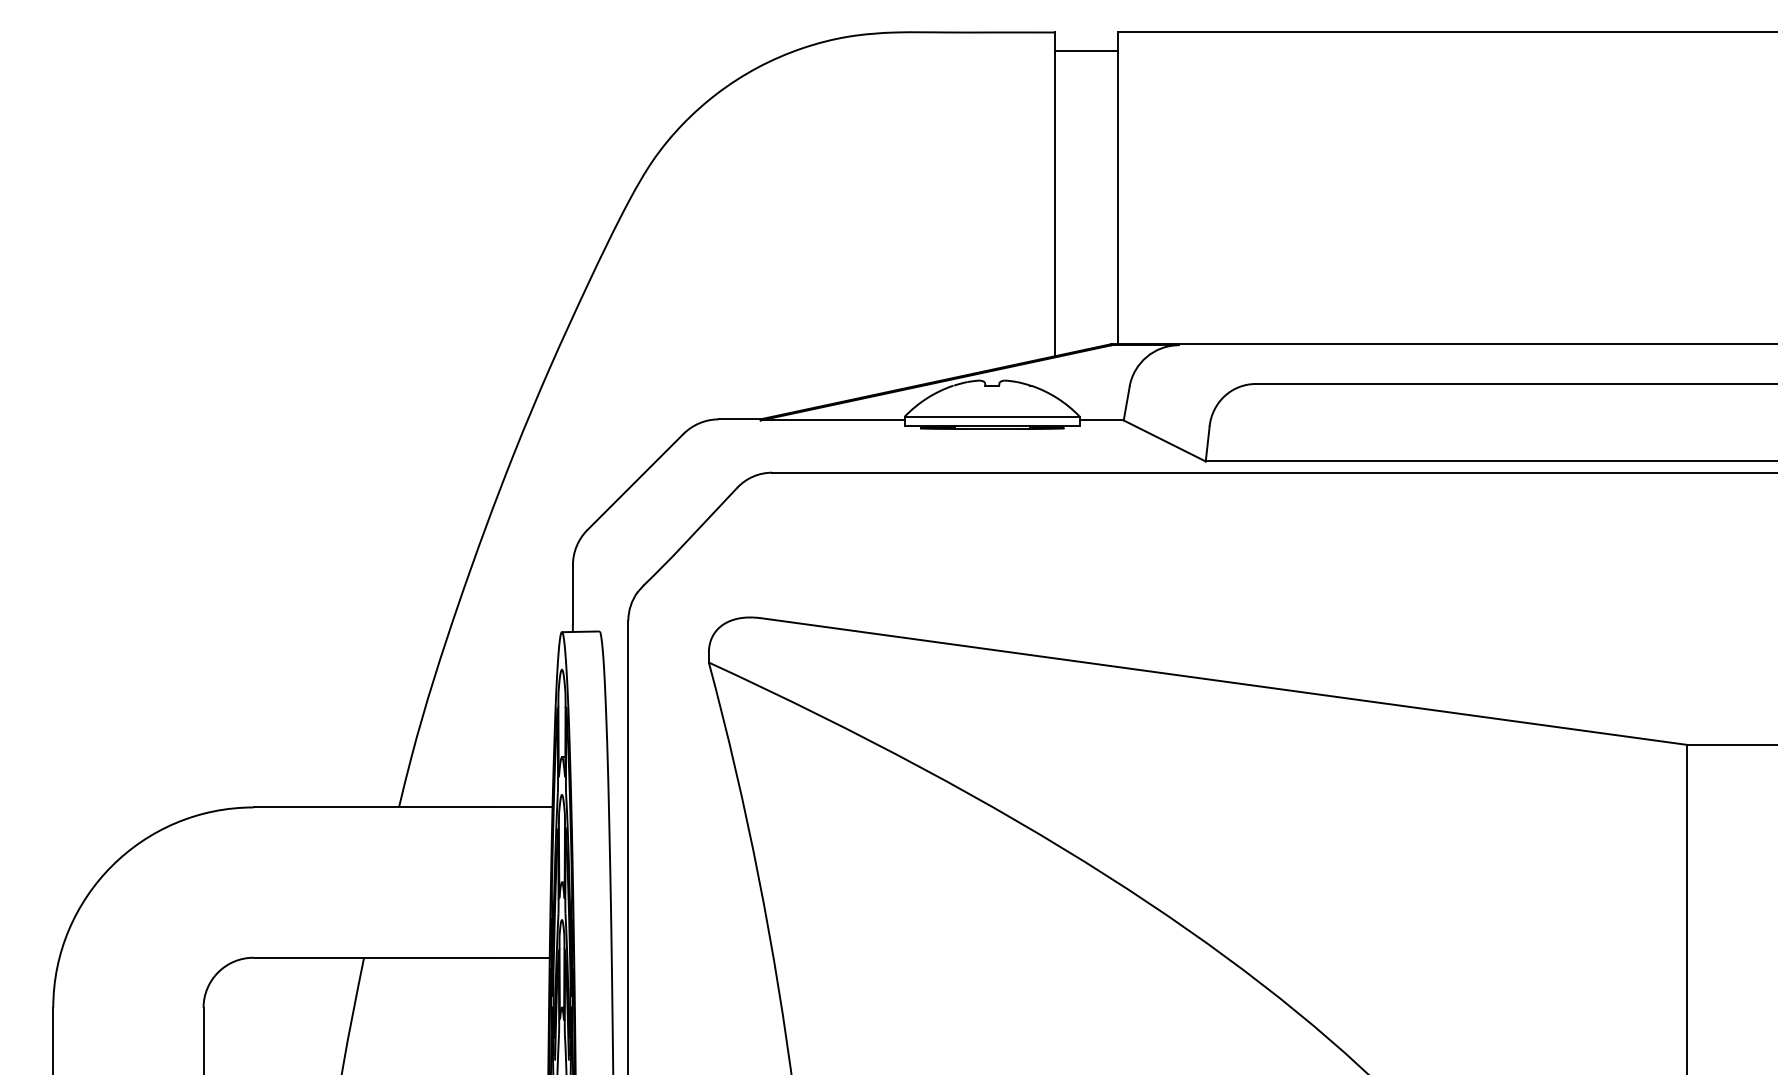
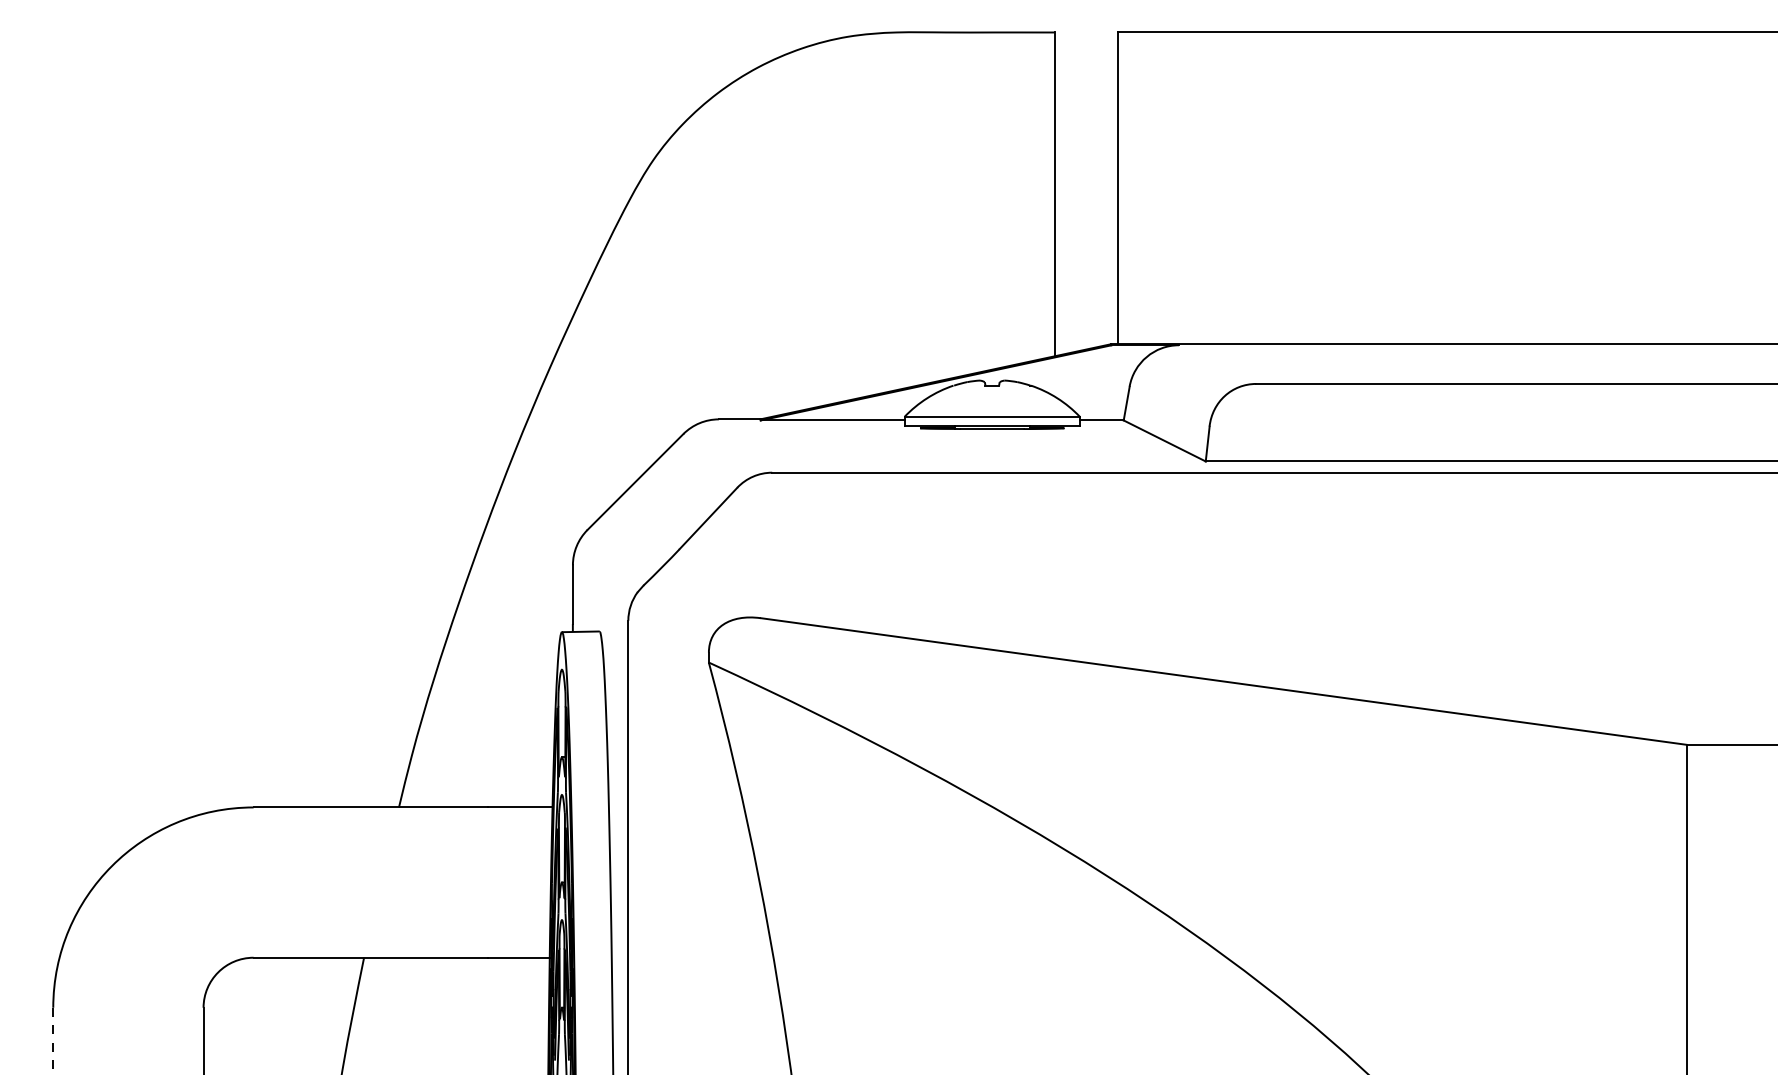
line at (1085, 51): present -> none
line at (53, 1041): solid -> dashed
